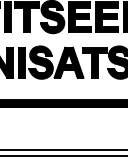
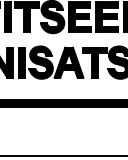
line at (63, 149): present -> none
